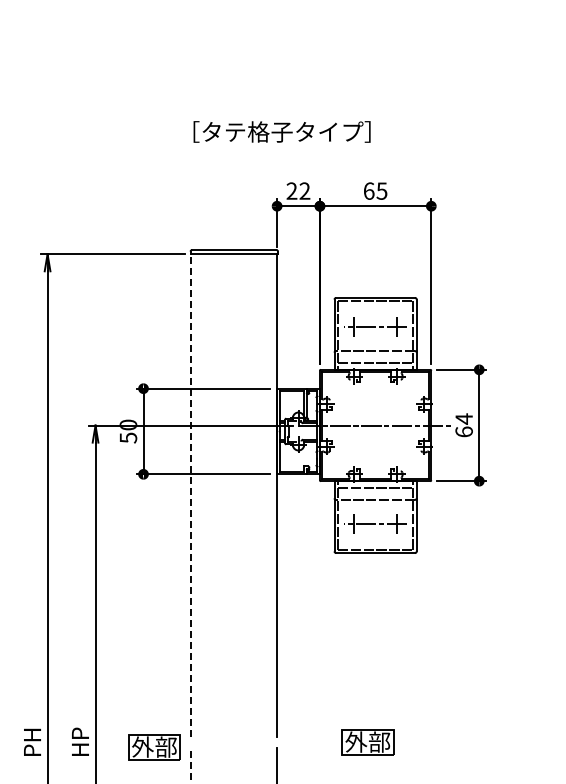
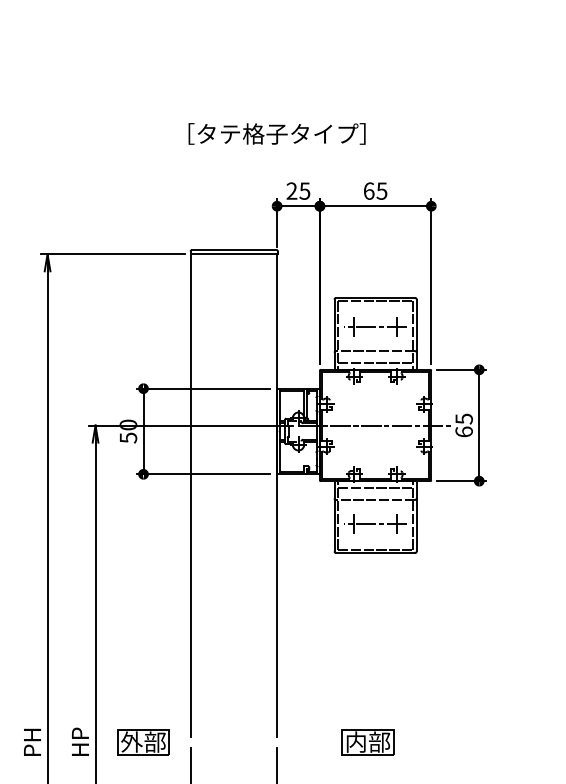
text at (281, 131) position: (281, 131) -> (276, 133)
text at (304, 190): 22 -> 25
text at (463, 418): 64 -> 65
line at (191, 495): dashed -> solid
text at (356, 741): 外部 -> 内部
part at (154, 747) position: (154, 747) -> (143, 742)
line at (191, 765): dashed -> solid
